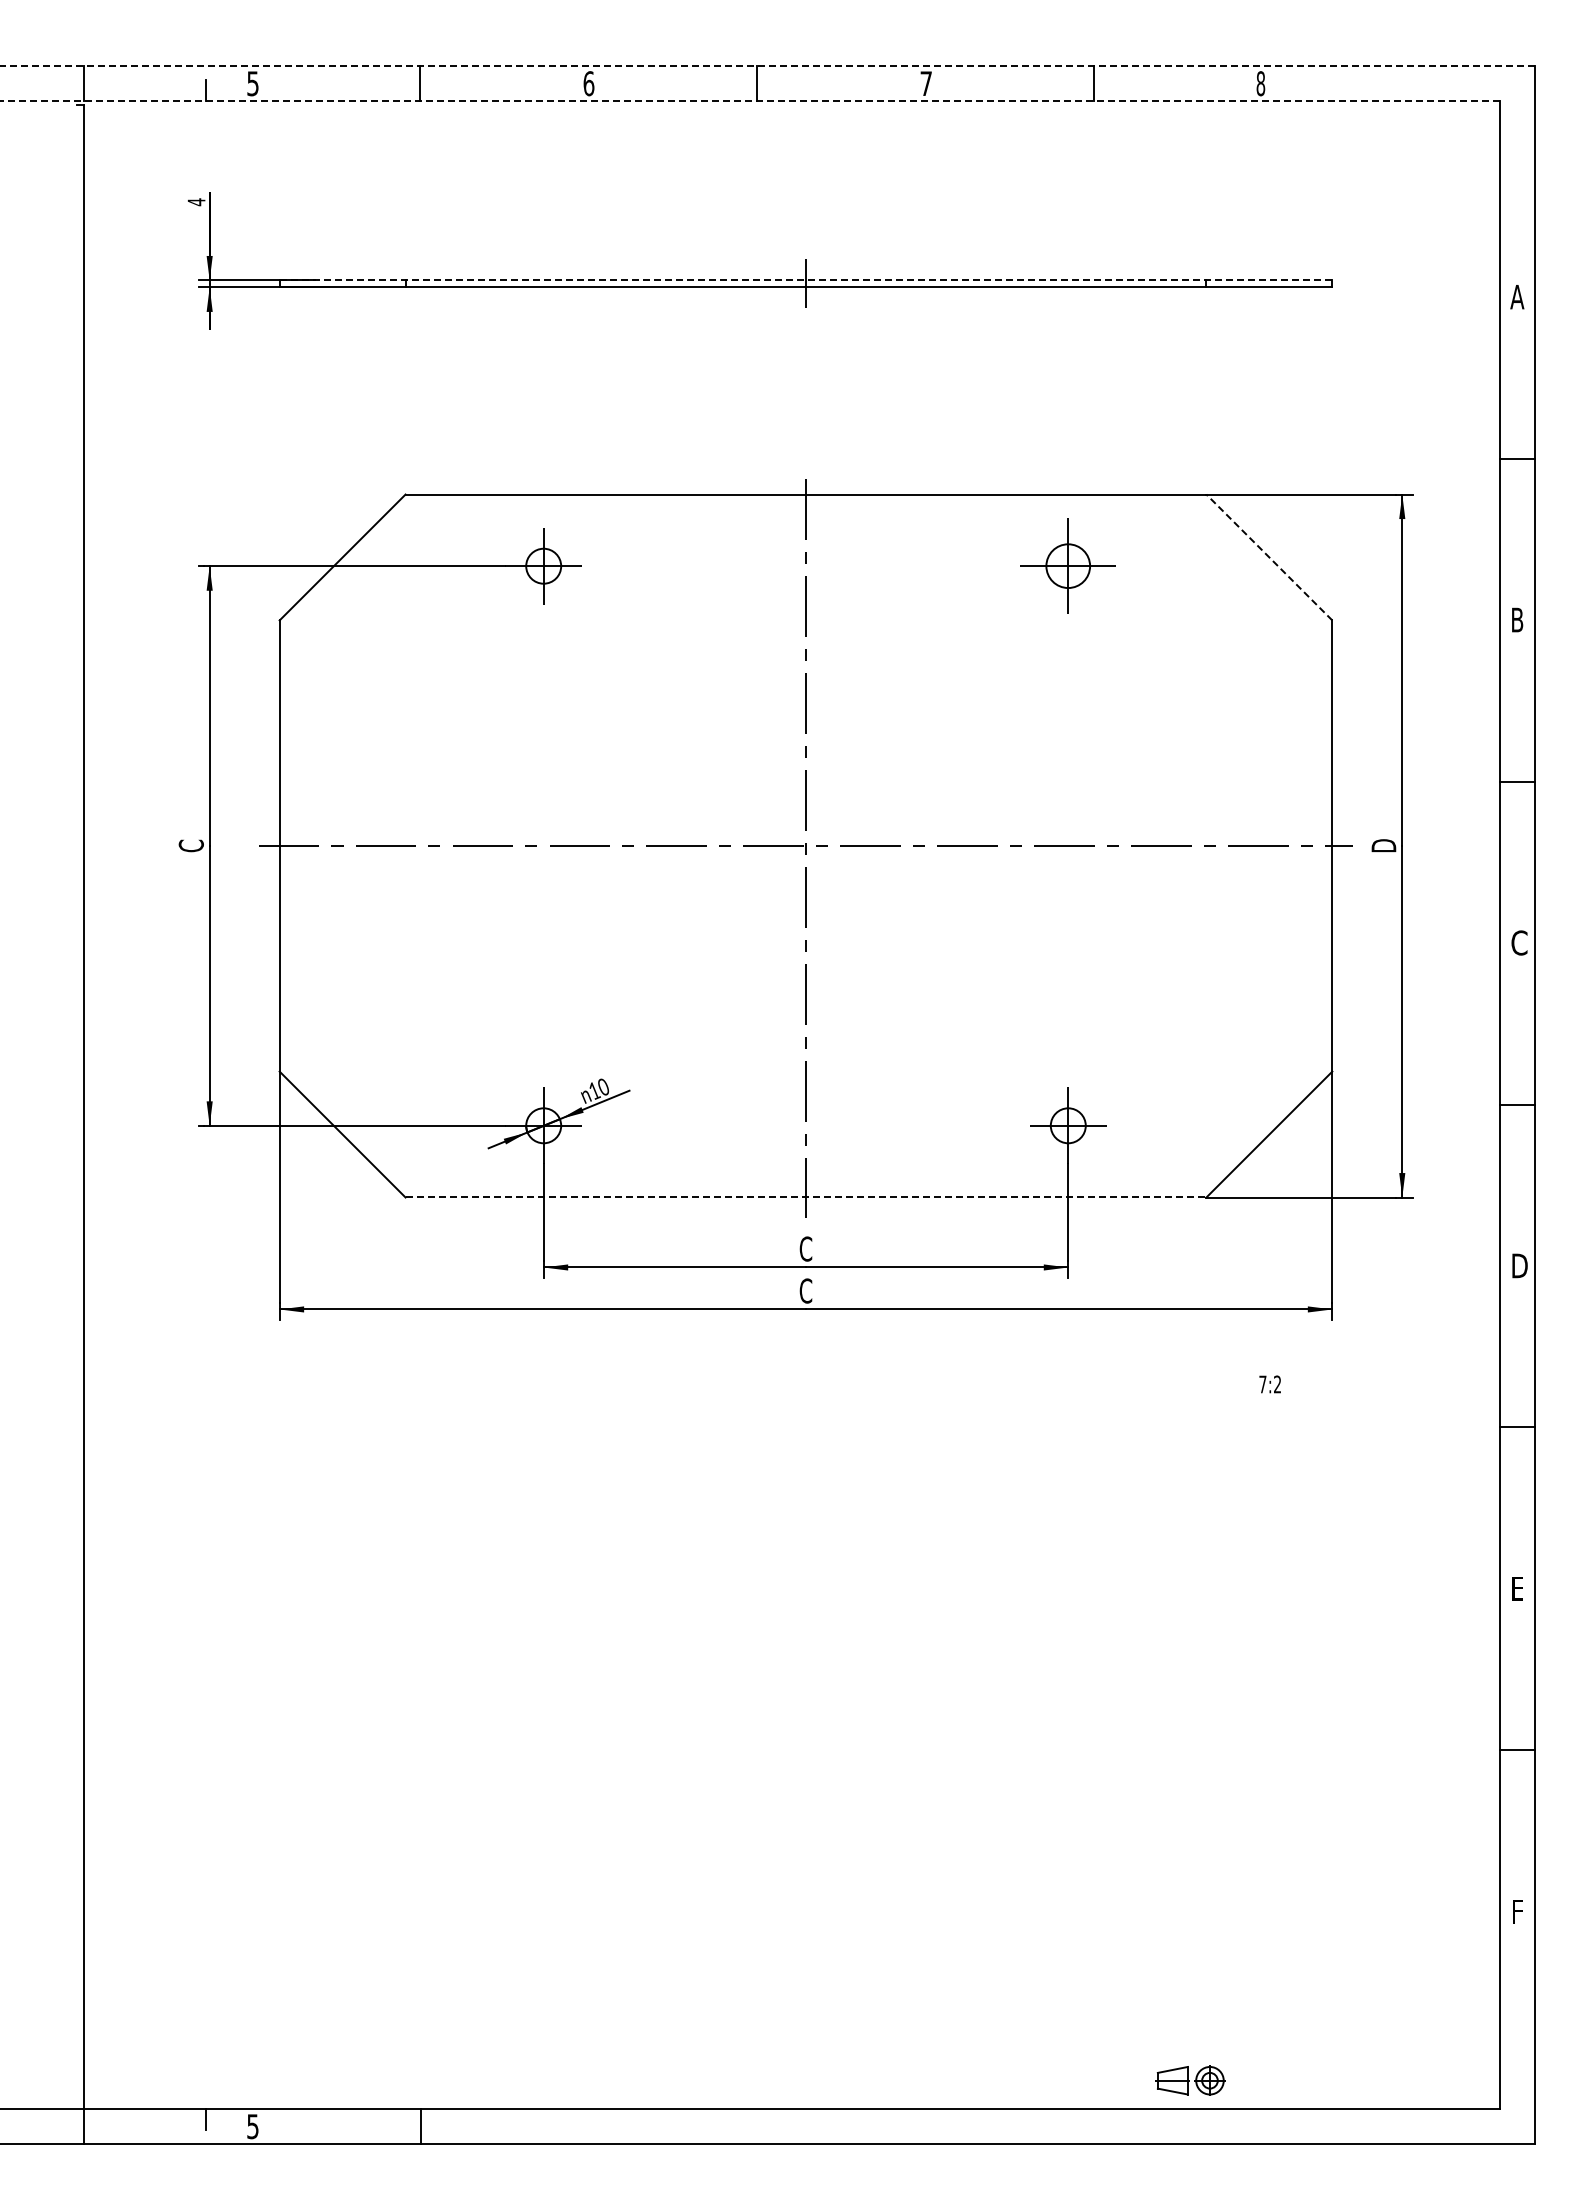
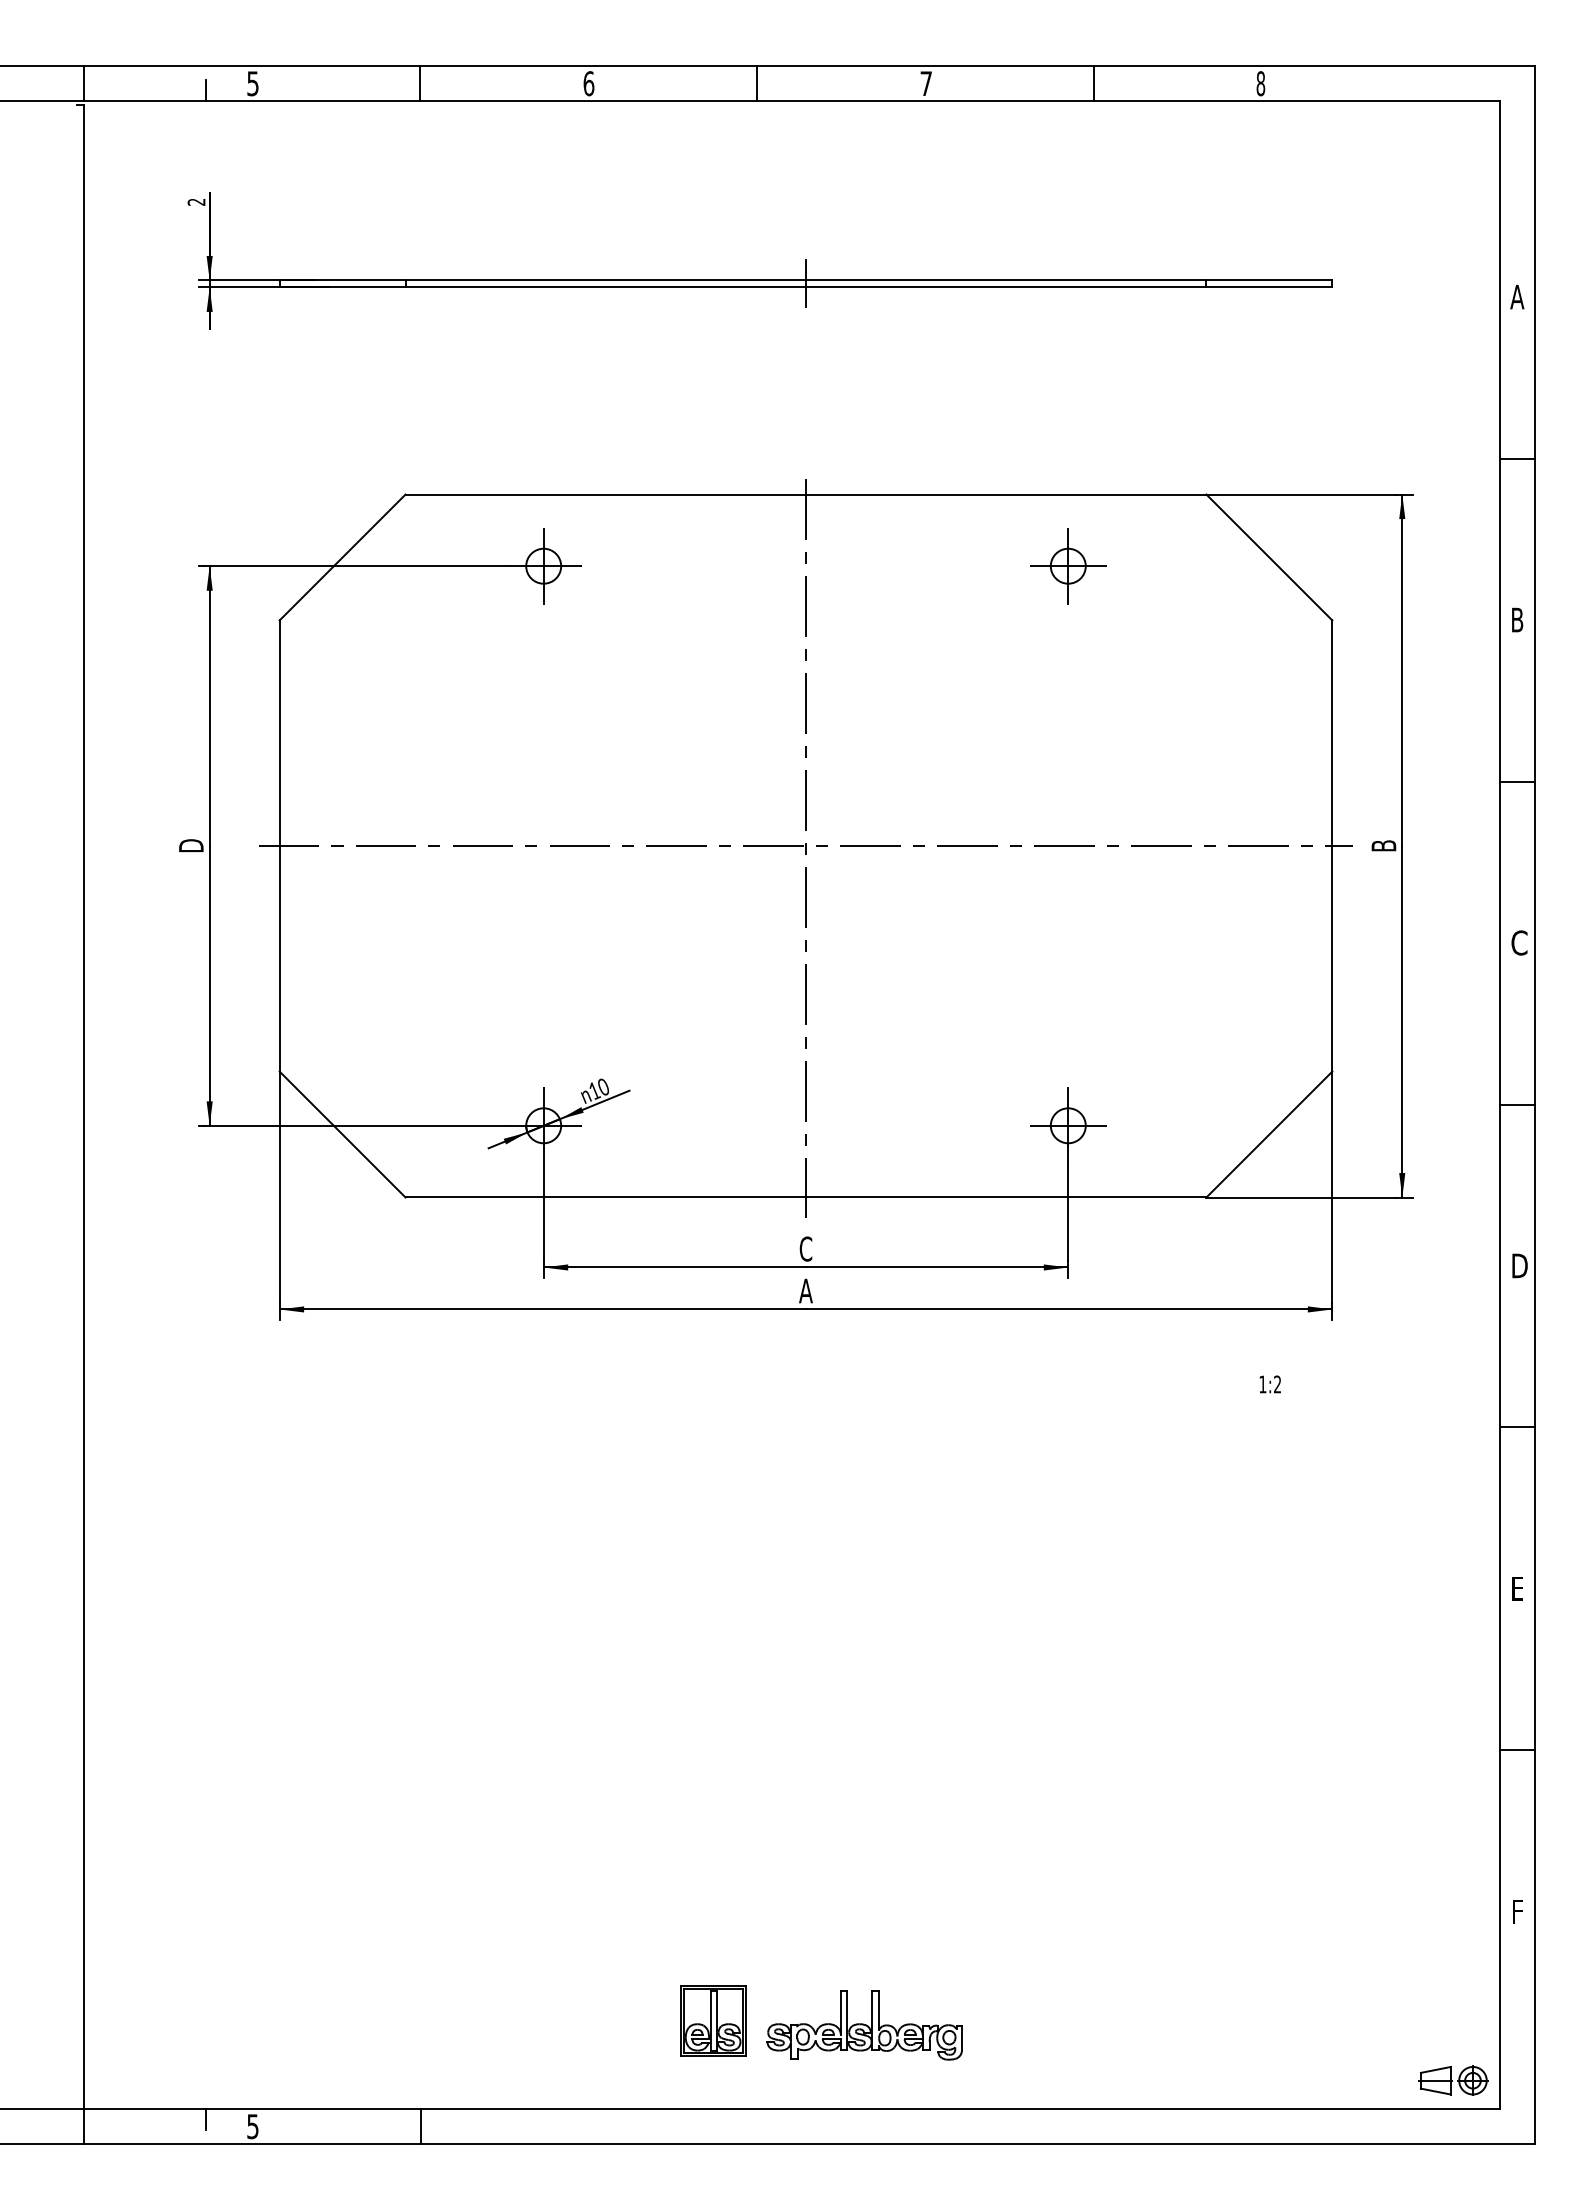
line at (767, 66): dashed -> solid
line at (750, 101): dashed -> solid
text at (196, 202): 4 -> 2
line at (806, 280): dashed -> solid
line at (1269, 557): dashed -> solid
part at (1067, 565) size: 96x96 px -> 77x77 px
text at (190, 845): C -> D
text at (1383, 845): D -> B
line at (806, 1197): dashed -> solid
text at (805, 1290): C -> A
text at (1262, 1384): 7:2 -> 1:2
part at (821, 2022): none -> present
part at (1190, 2080) position: (1190, 2080) -> (1453, 2080)
